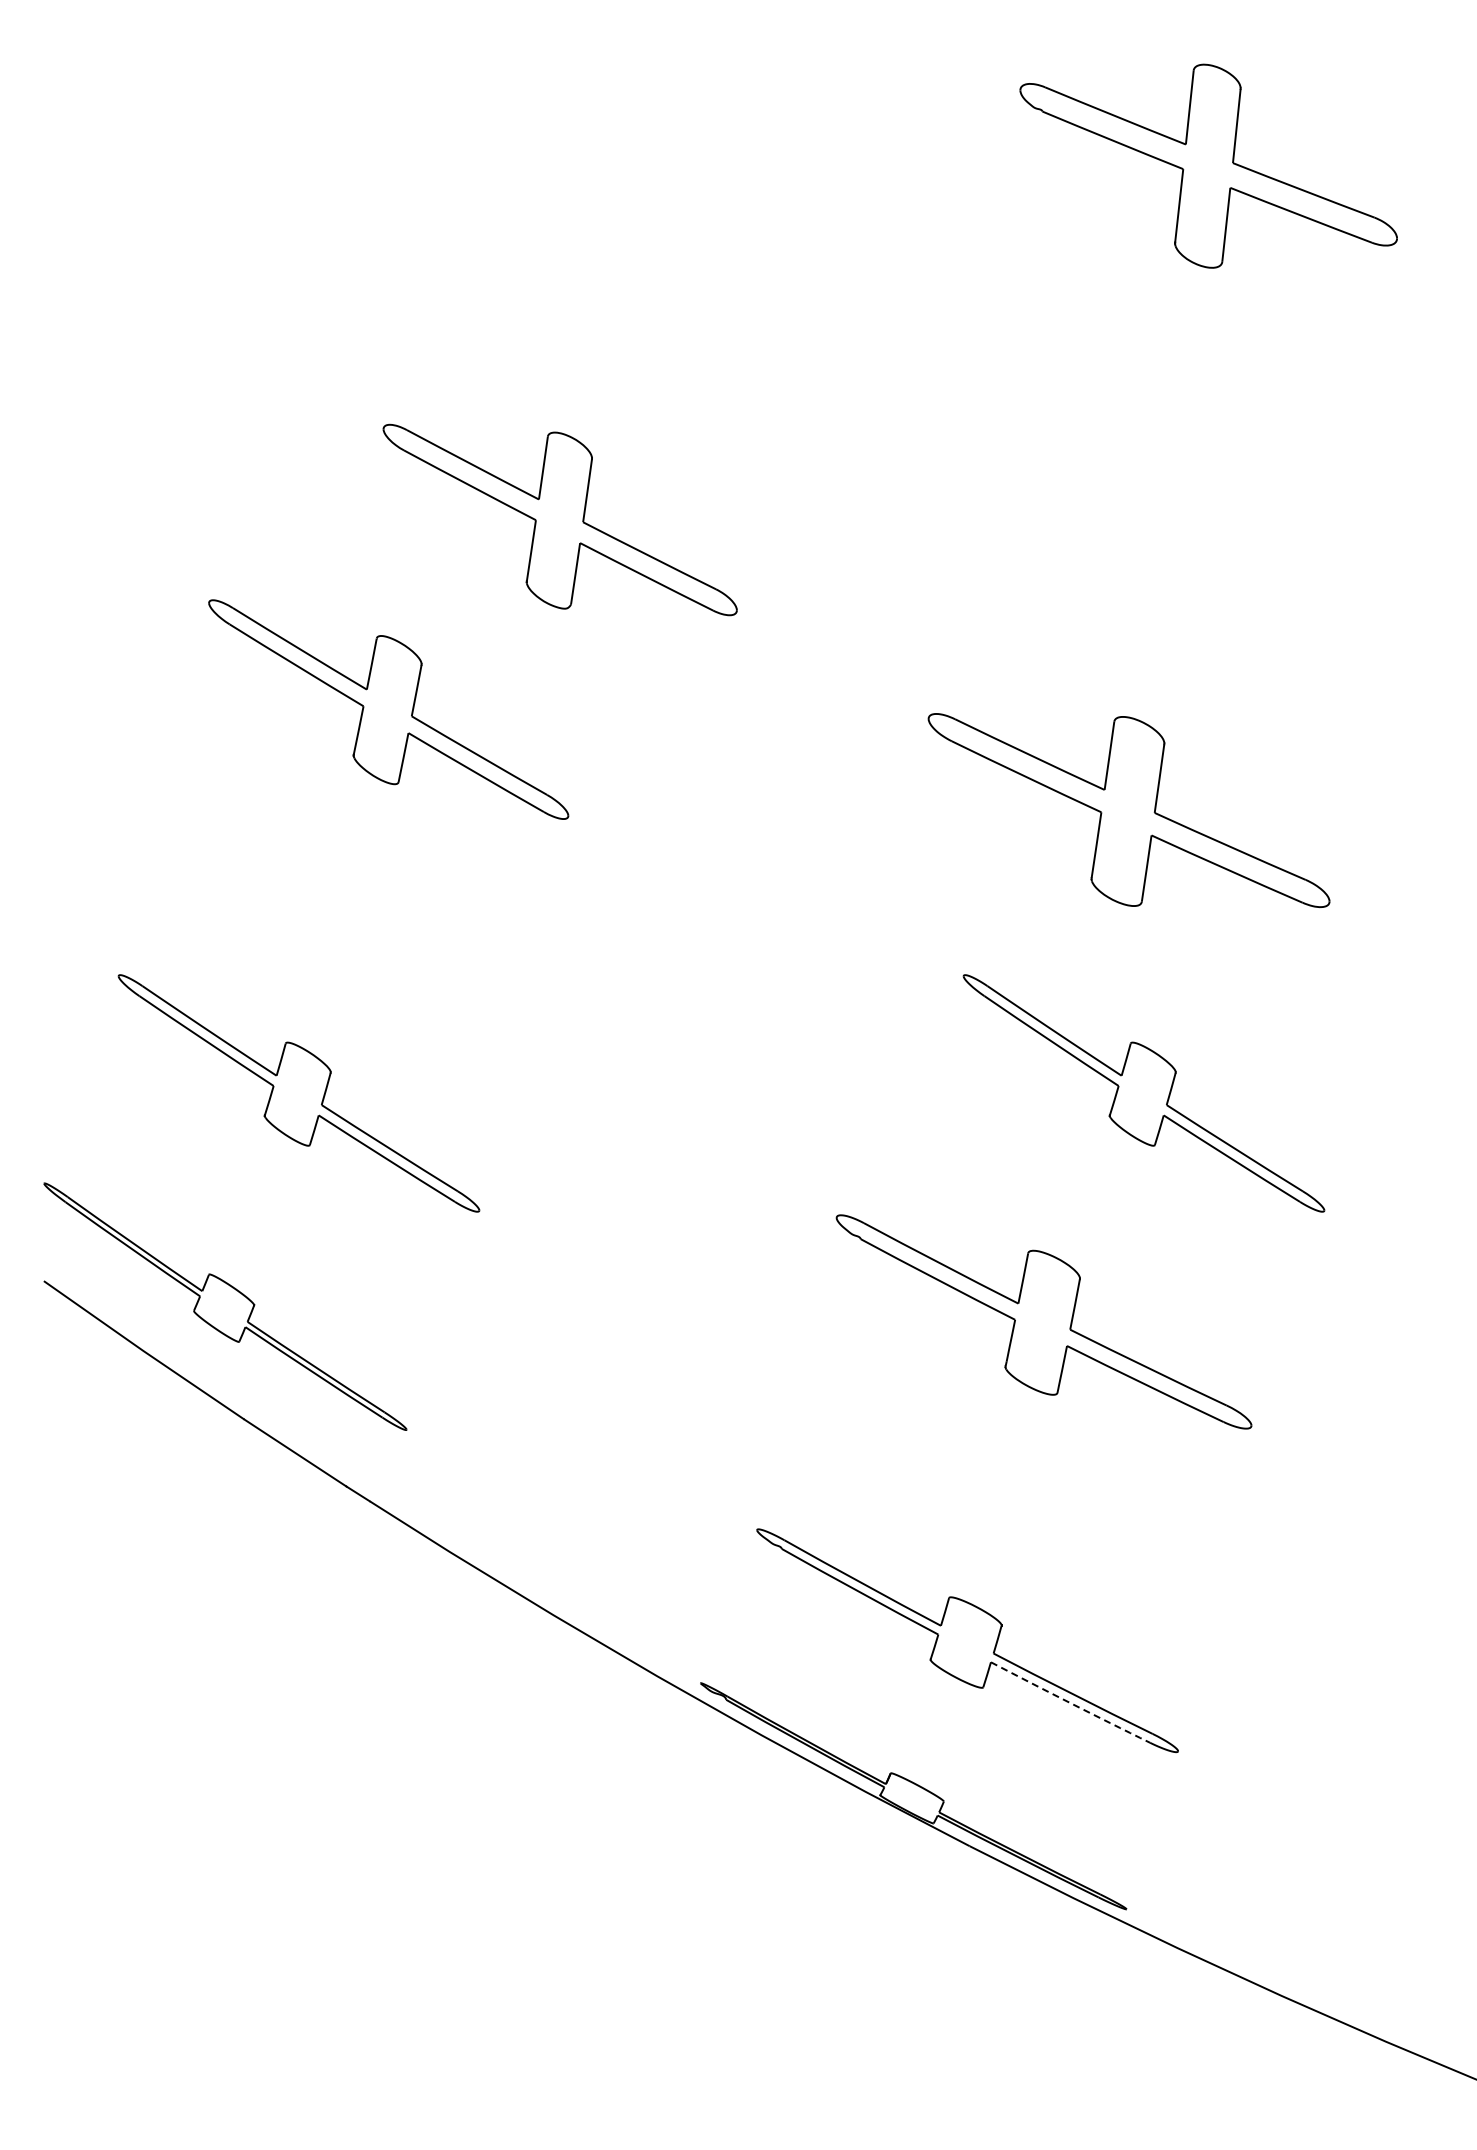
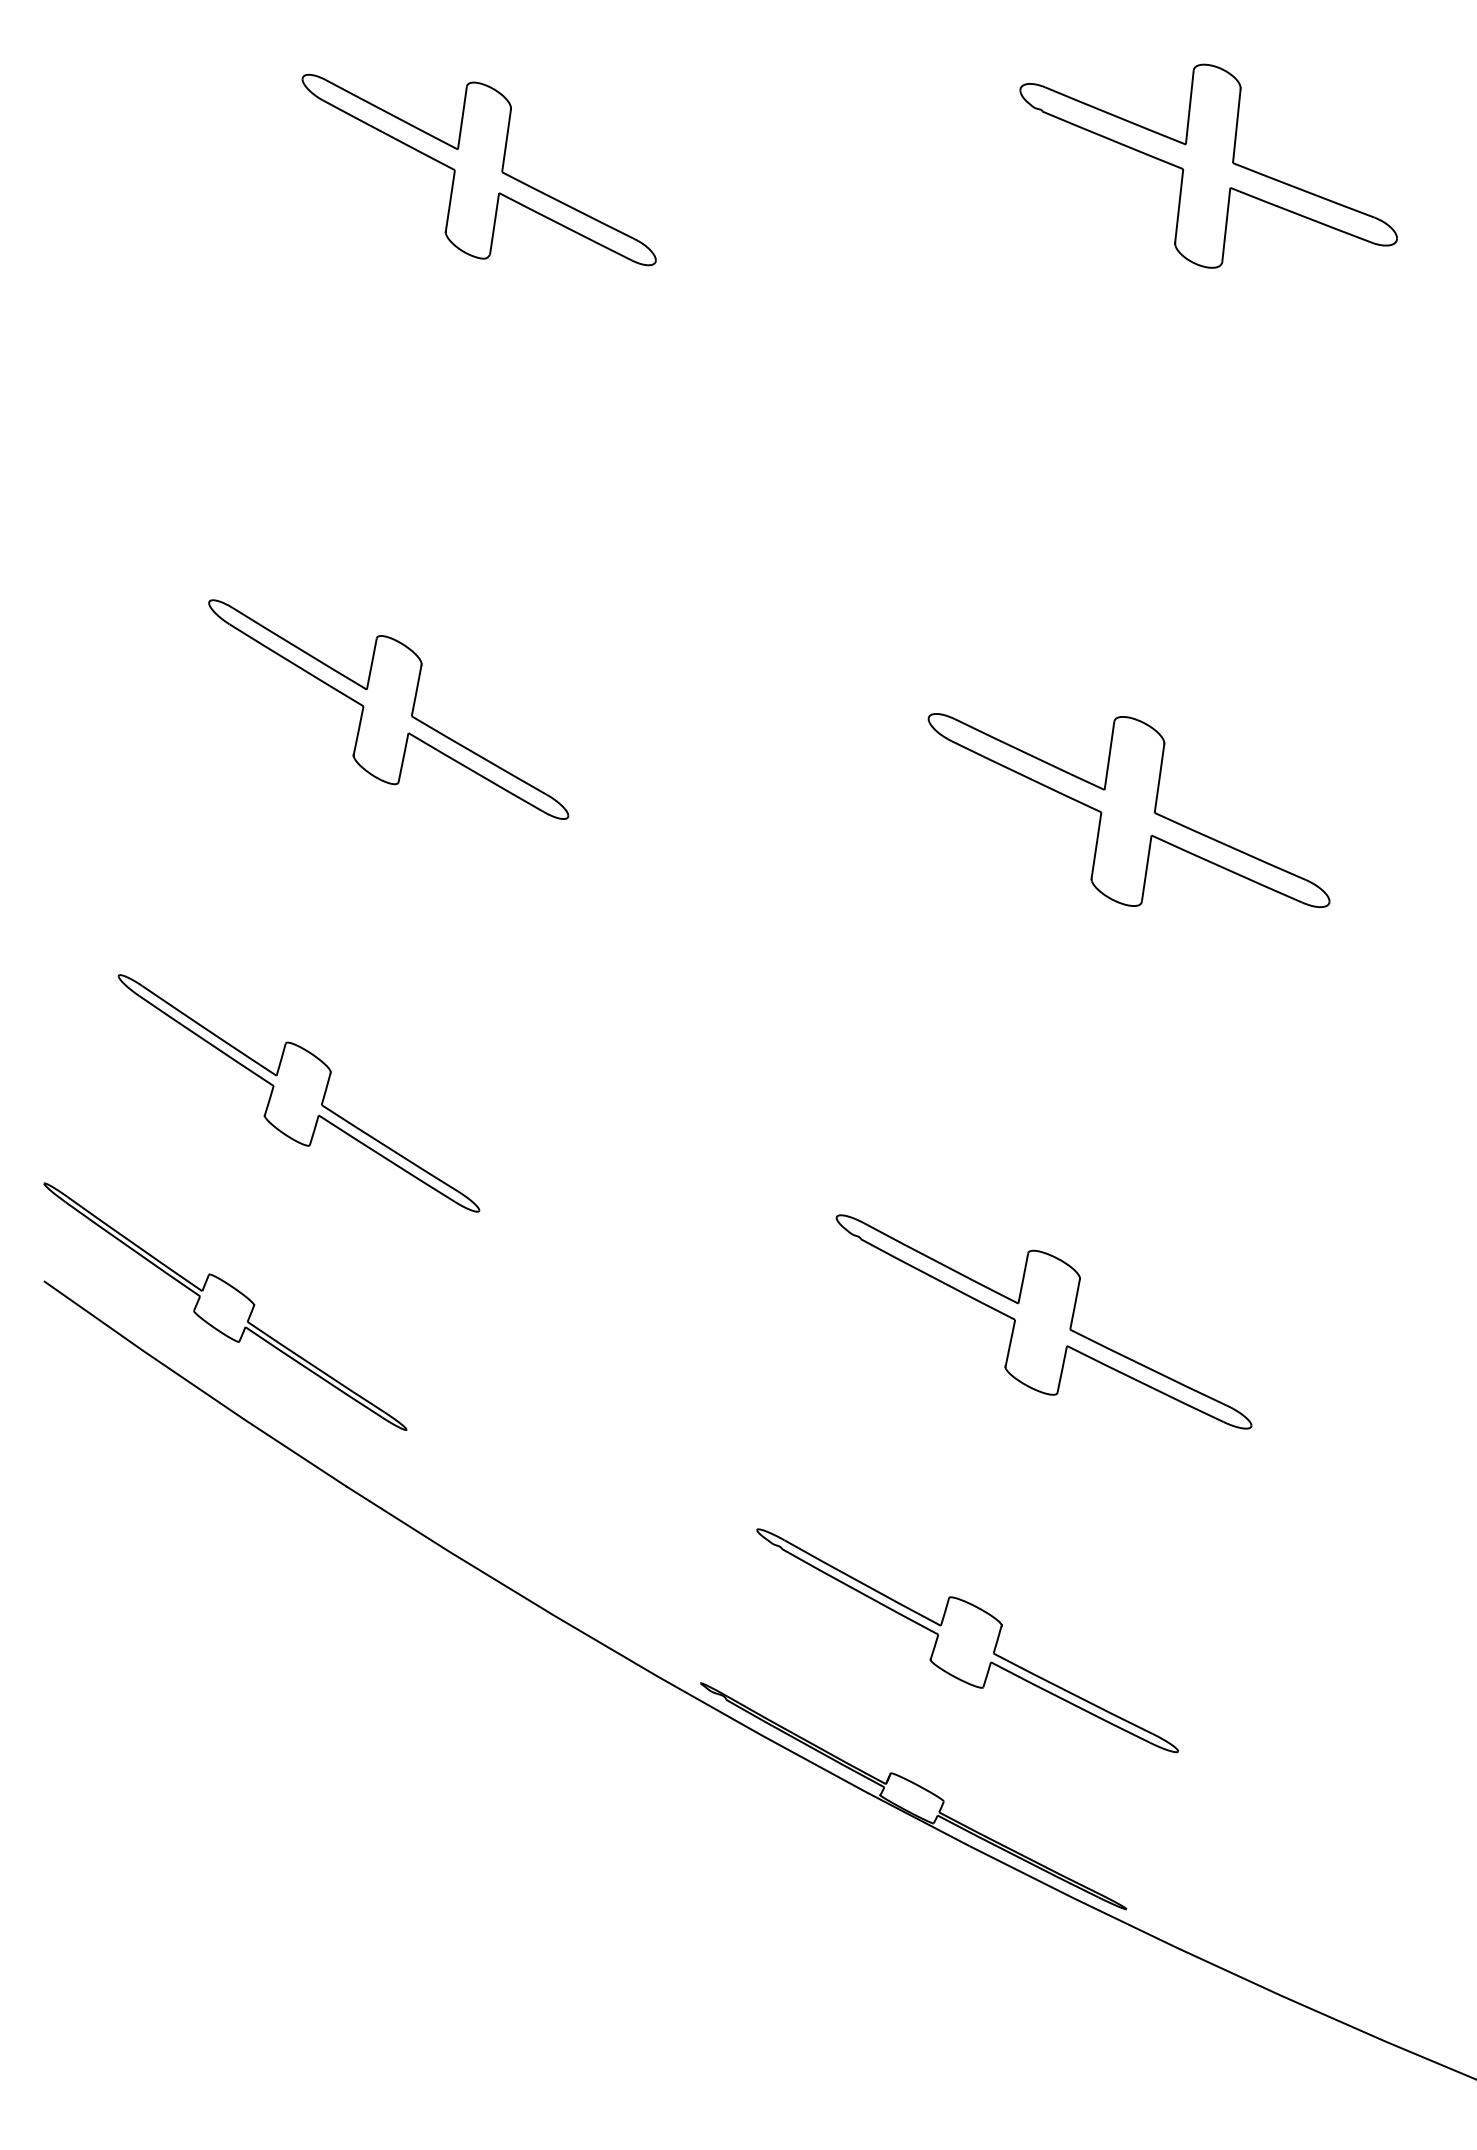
part at (559, 519) position: (559, 519) -> (478, 169)
part at (1143, 1093): present -> none
arc at (1070, 1703): dashed -> solid
